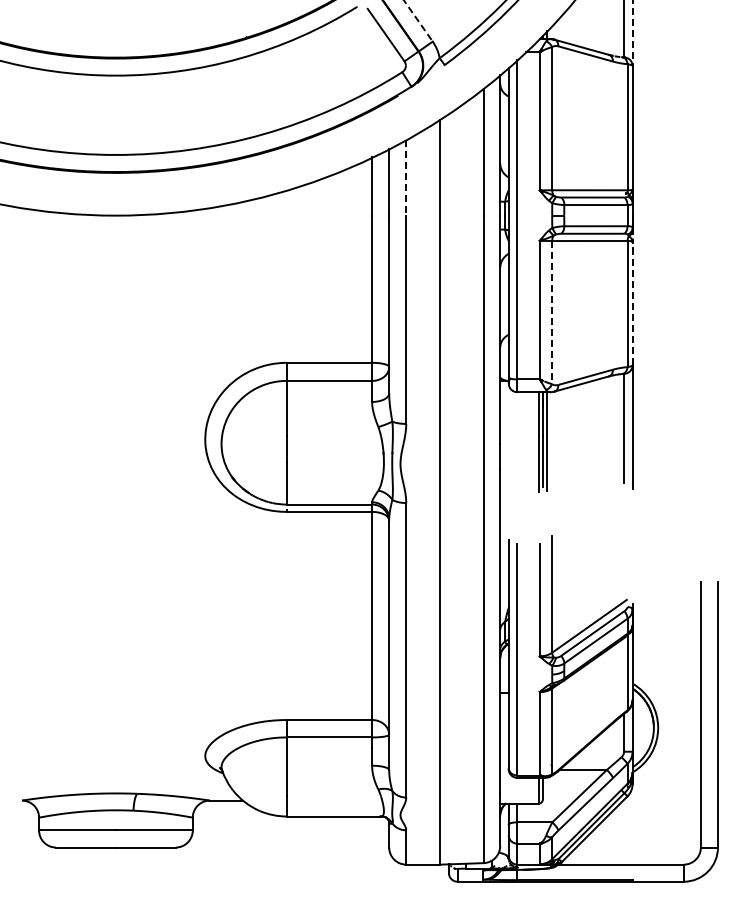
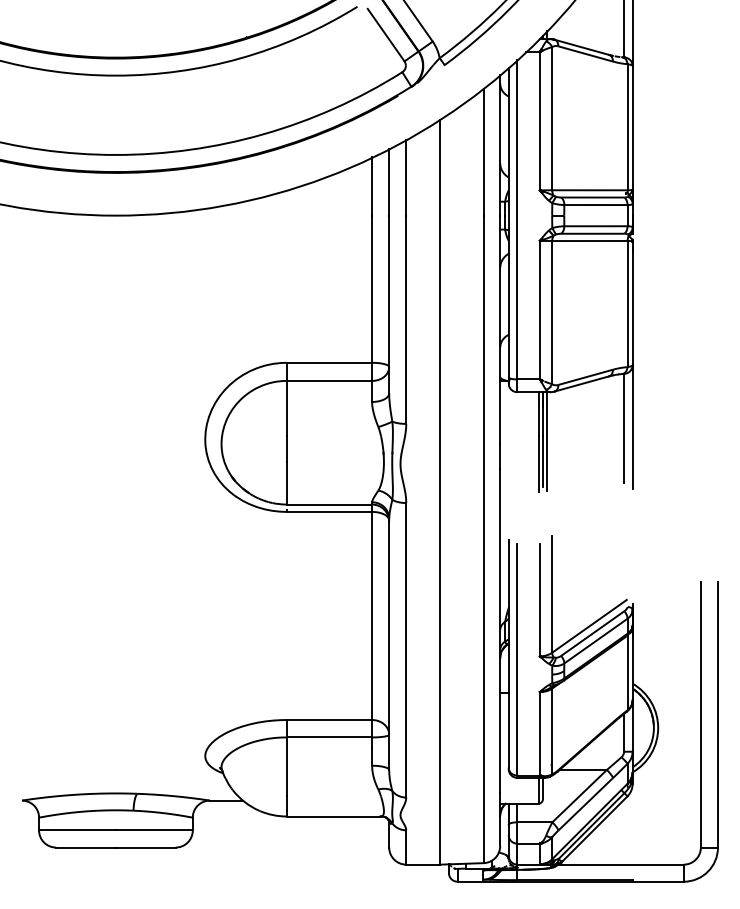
line at (418, 21): dashed -> solid
line at (632, 33): dashed -> solid
line at (406, 177): dashed -> solid
line at (632, 302): dashed -> solid
line at (552, 312): dashed -> solid
